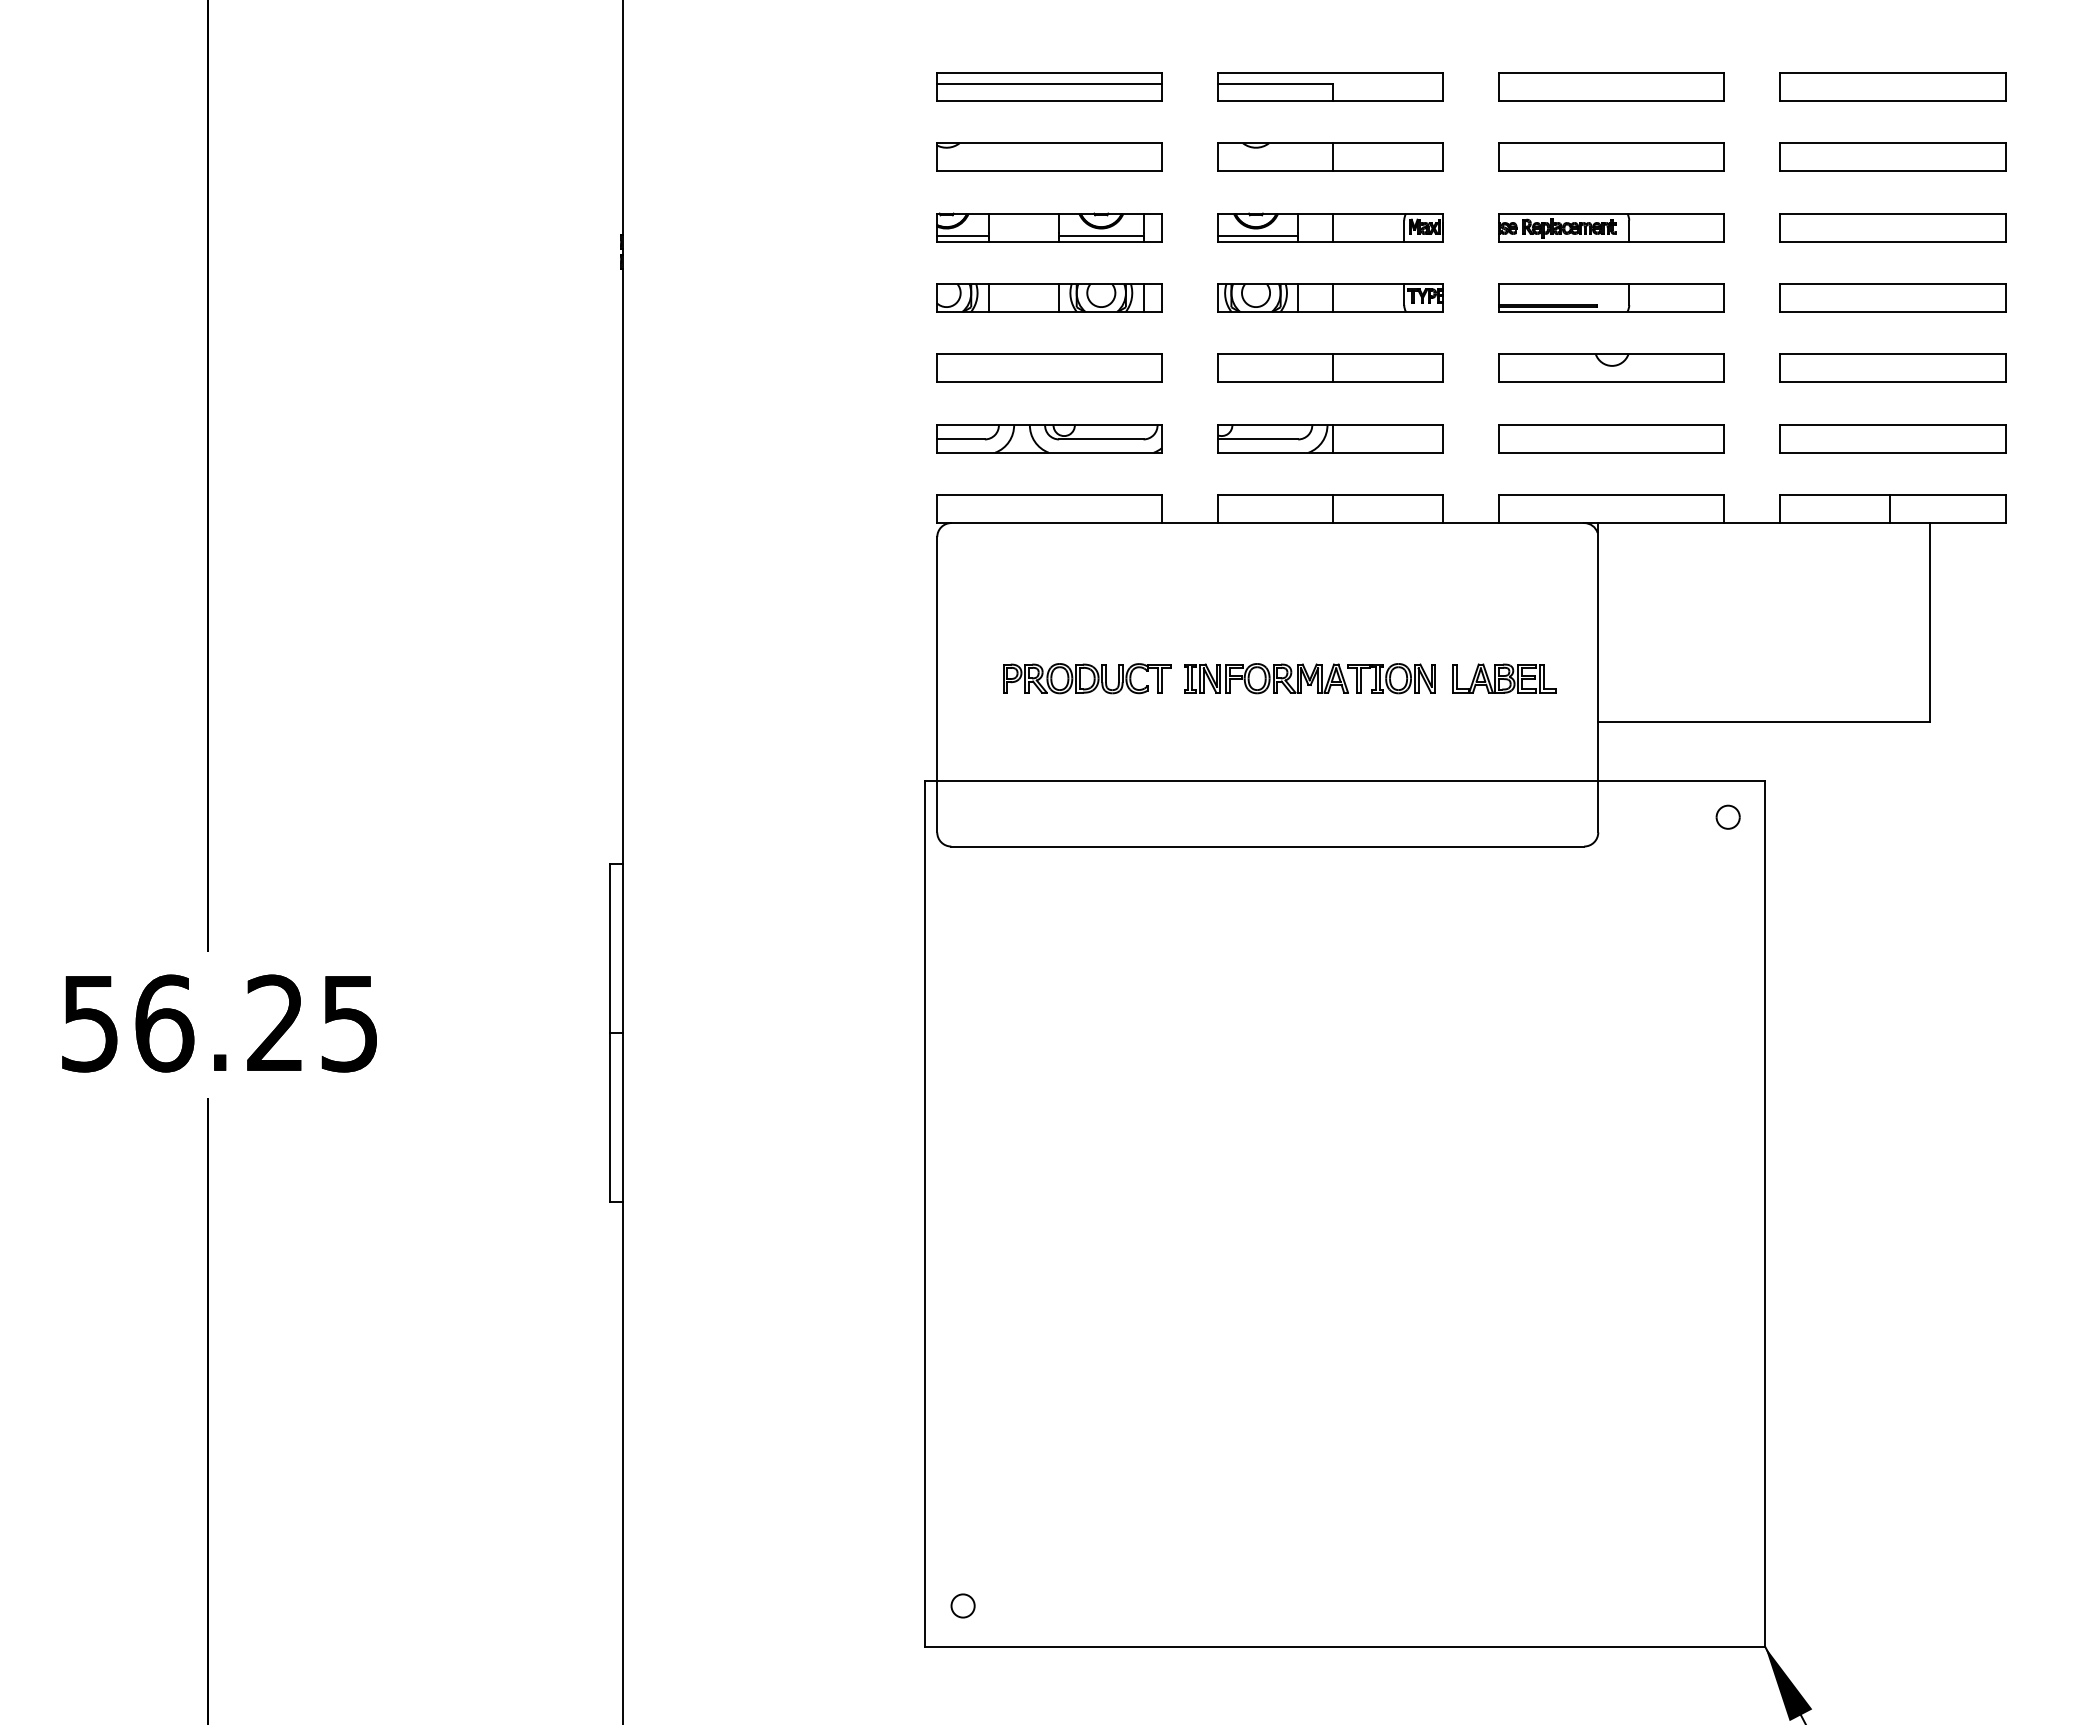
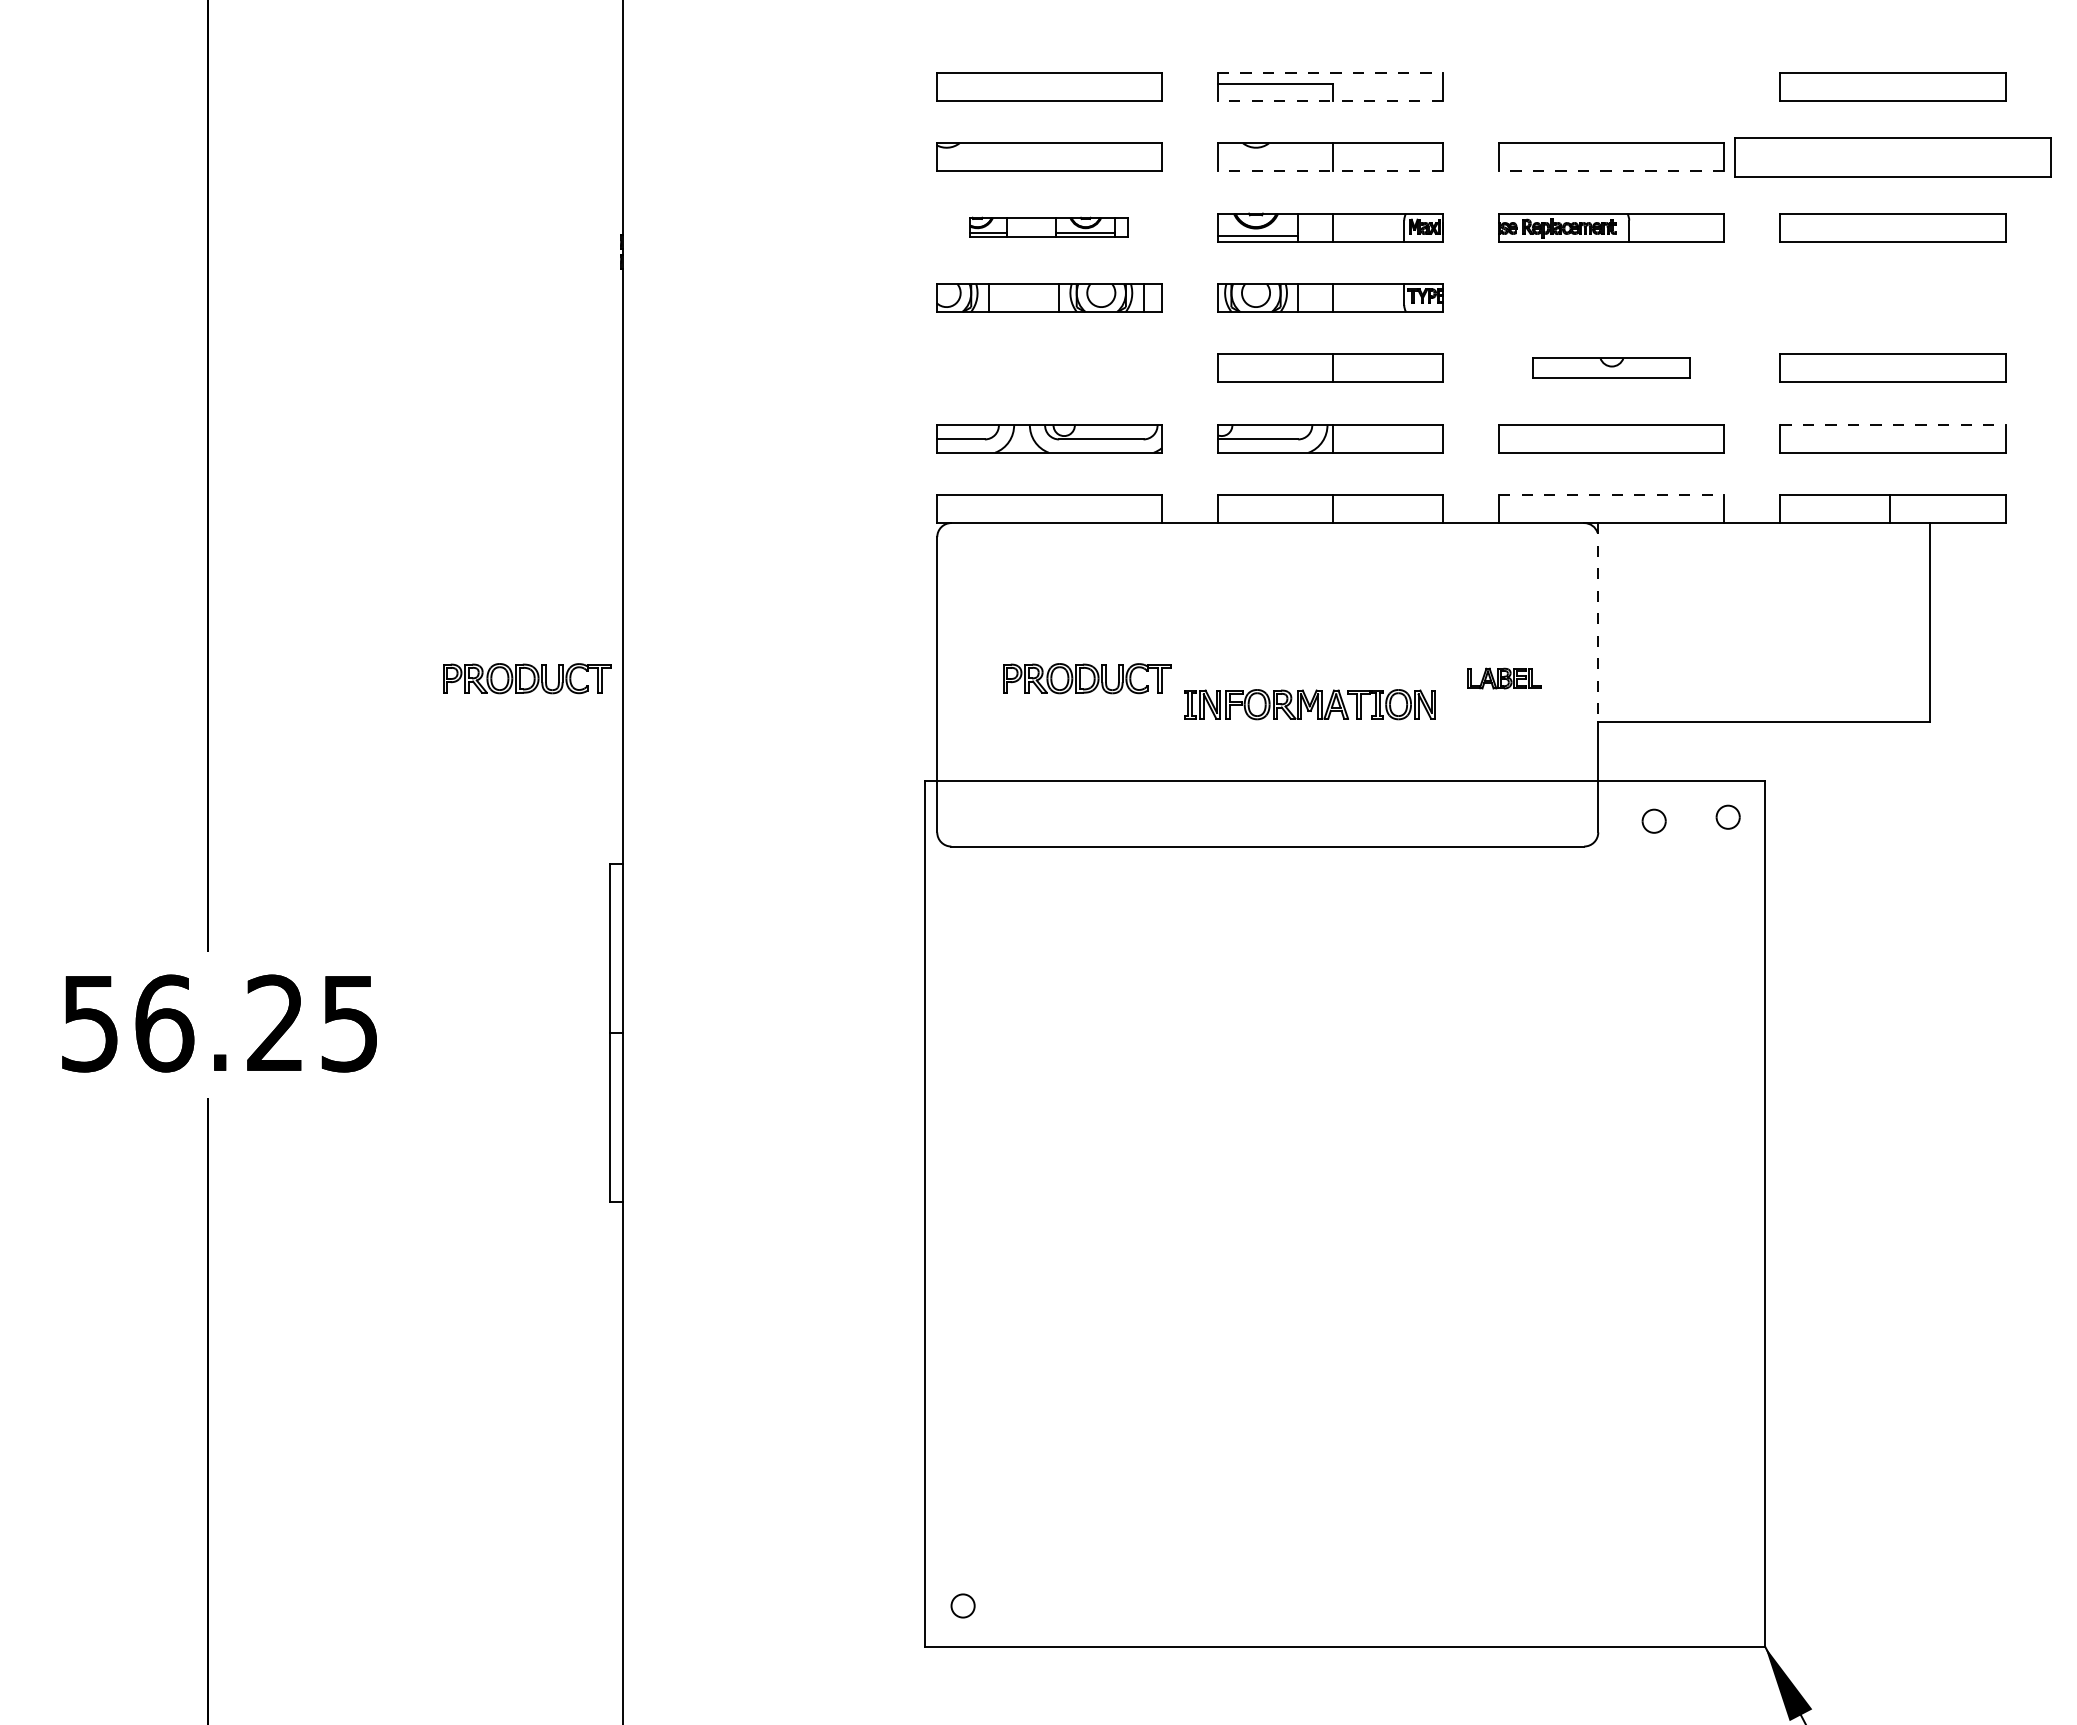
line at (1330, 73): solid -> dashed
line at (1048, 84): present -> none
part at (1611, 86): present -> none
line at (1330, 101): solid -> dashed
part at (1892, 156) size: 228x30 px -> 318x41 px
line at (1330, 171): solid -> dashed
line at (1611, 171): solid -> dashed
part at (1049, 227) size: 227x31 px -> 160x22 px
part at (1611, 297): present -> none
part at (1892, 297): present -> none
part at (1049, 367): present -> none
part at (1611, 367) size: 227x30 px -> 159x22 px
line at (1892, 424): solid -> dashed
line at (1611, 494): solid -> dashed
line at (1597, 622): solid -> dashed
part at (527, 678): none -> present
part at (1309, 678) position: (1309, 678) -> (1309, 704)
part at (1504, 678) size: 105x31 px -> 75x23 px
part at (1653, 820): none -> present
